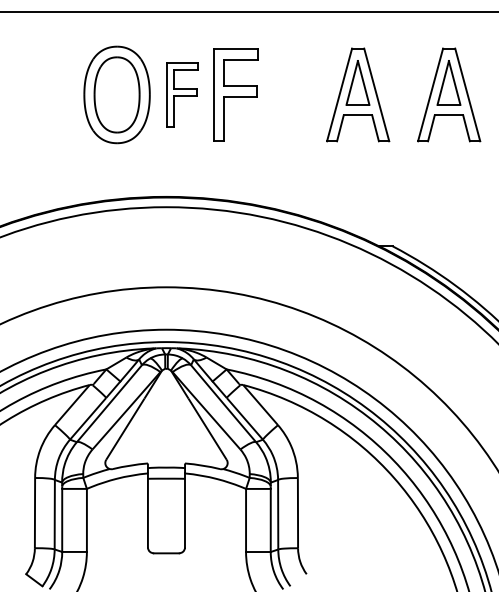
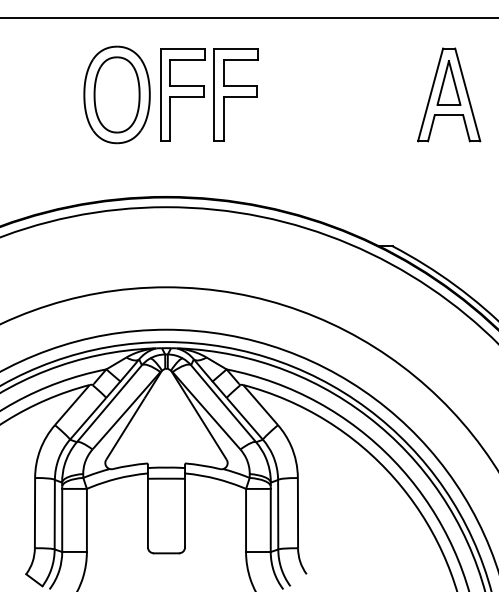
line at (248, 11) position: (248, 11) -> (248, 17)
part at (182, 94) size: 33x66 px -> 46x94 px
part at (358, 94): present -> none
